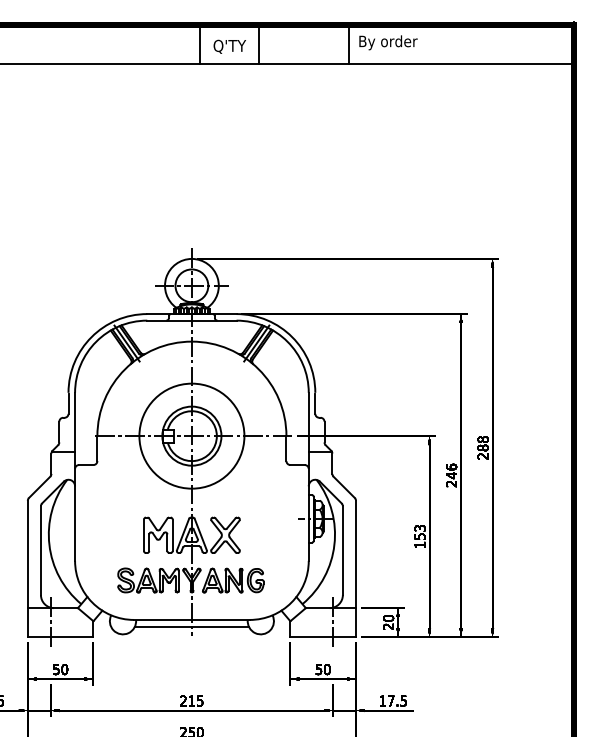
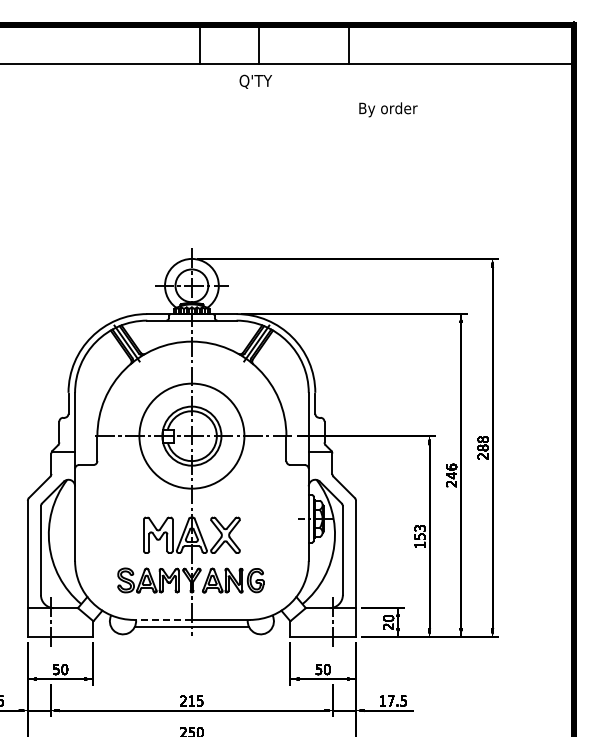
text at (388, 42) position: (388, 42) -> (388, 109)
text at (229, 46) position: (229, 46) -> (255, 81)
line at (163, 619): solid -> dashed
